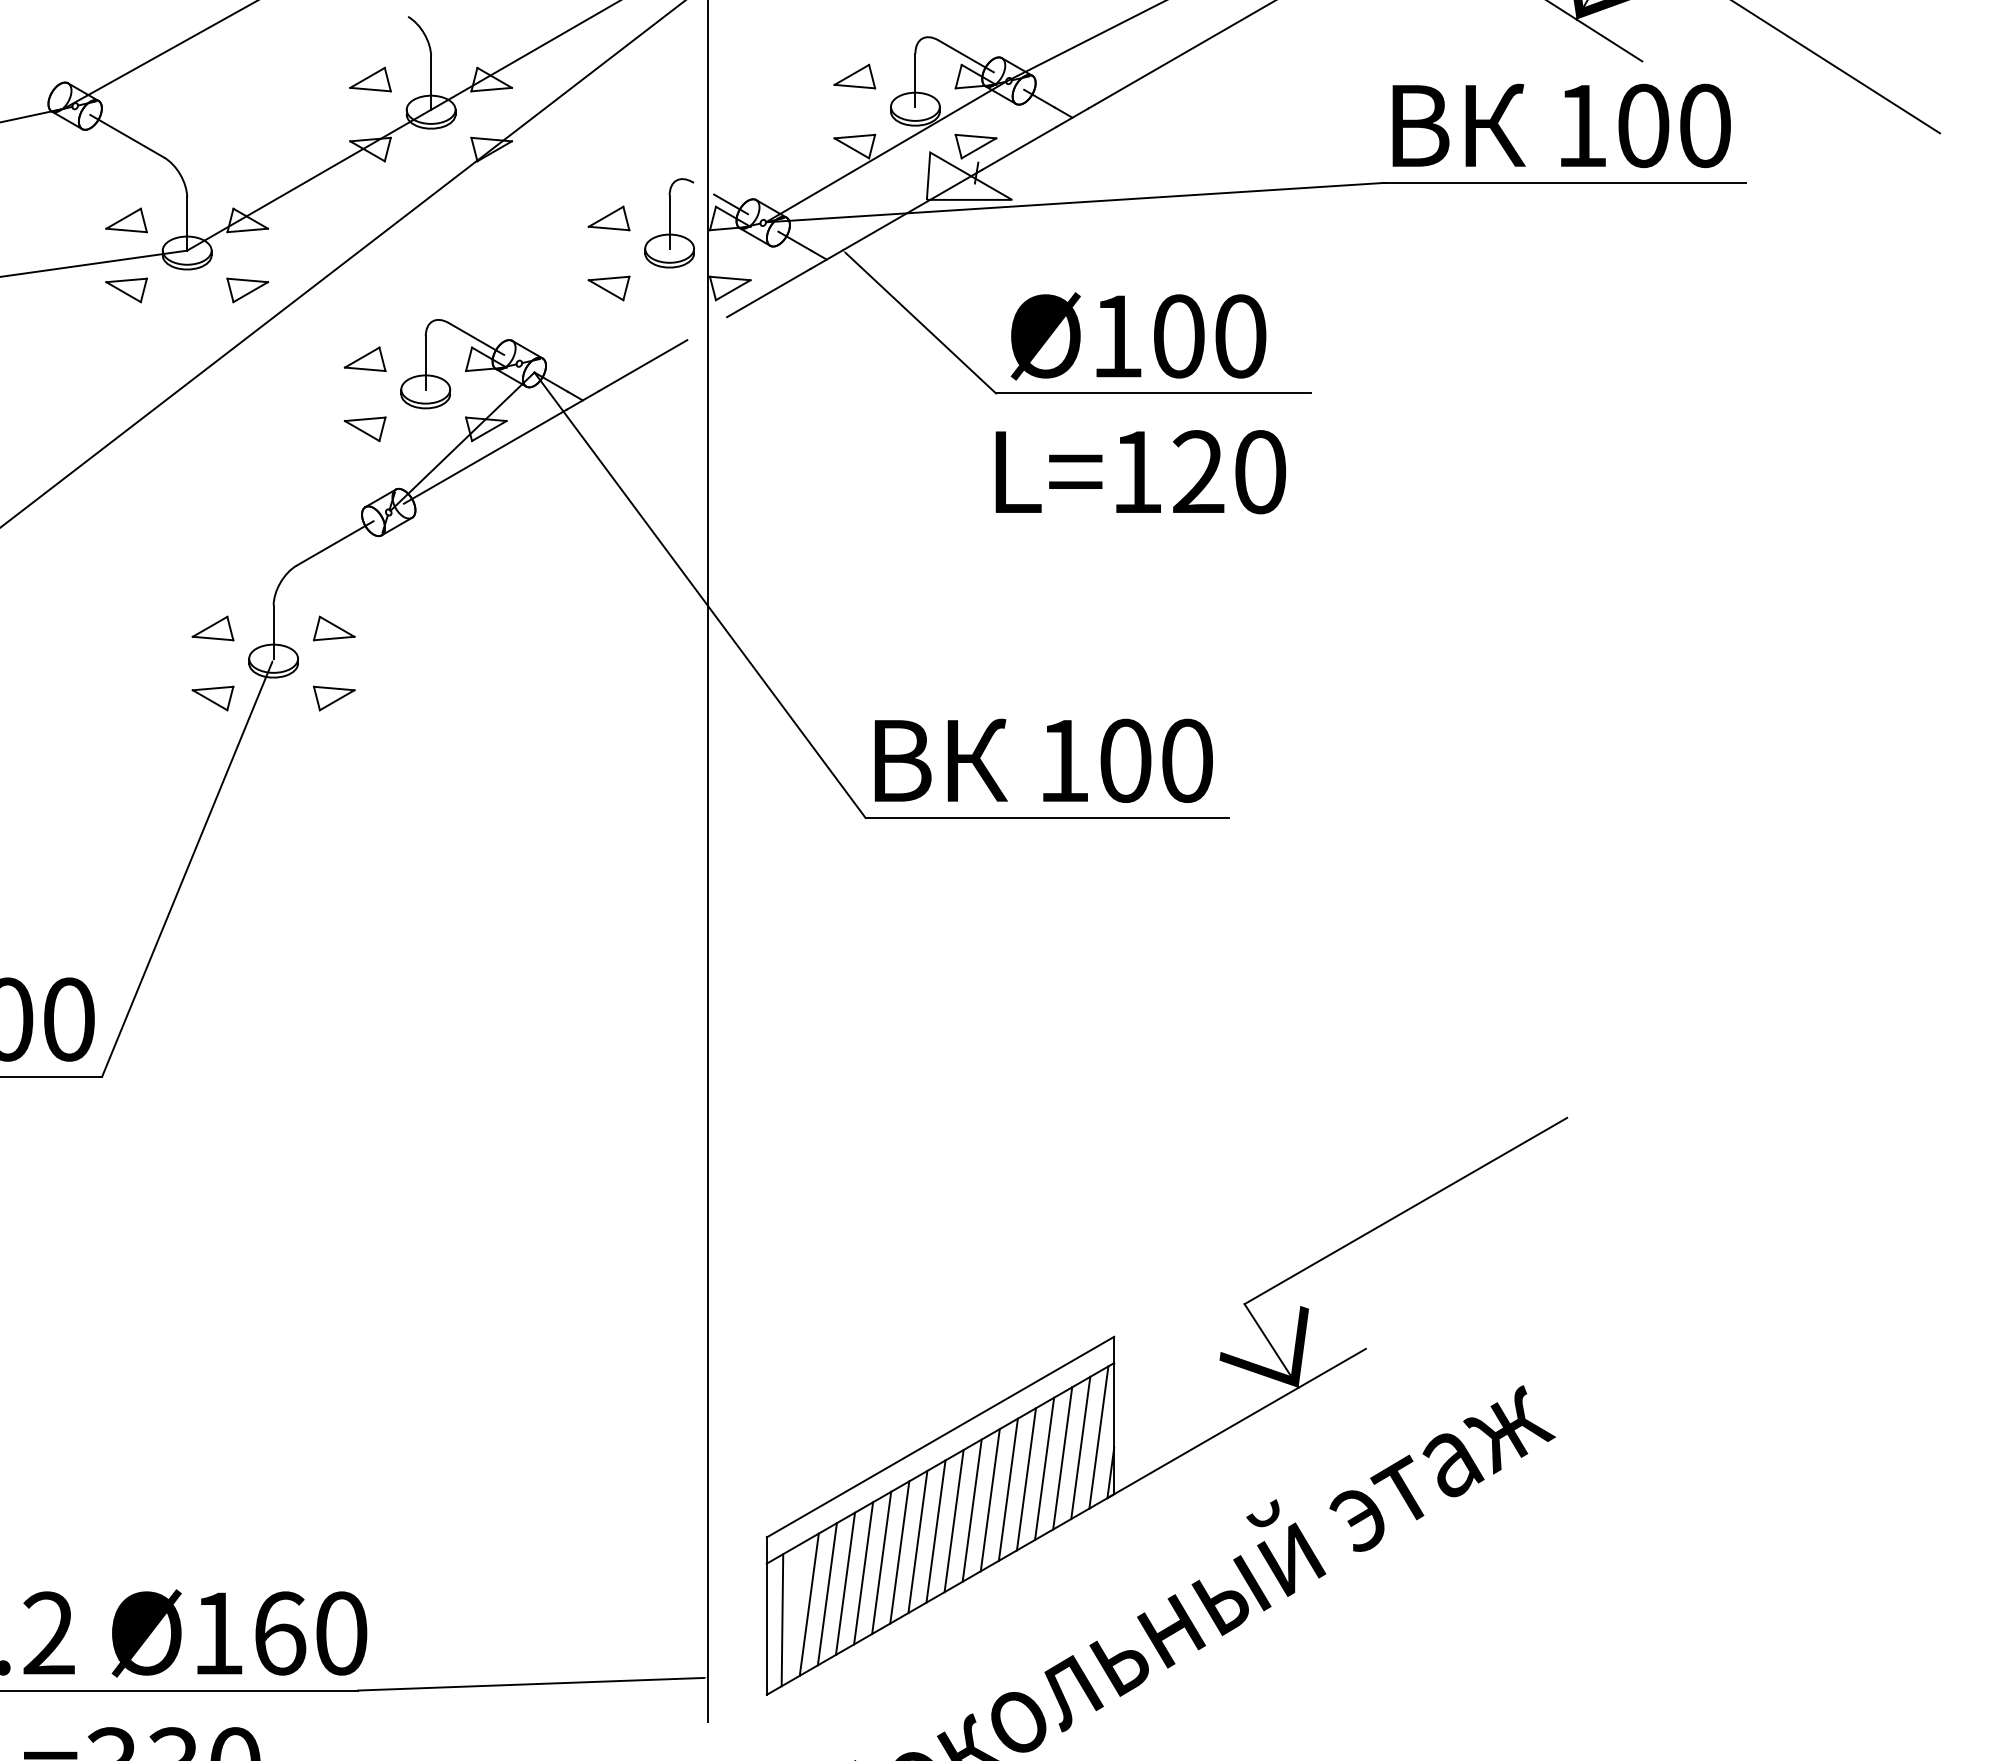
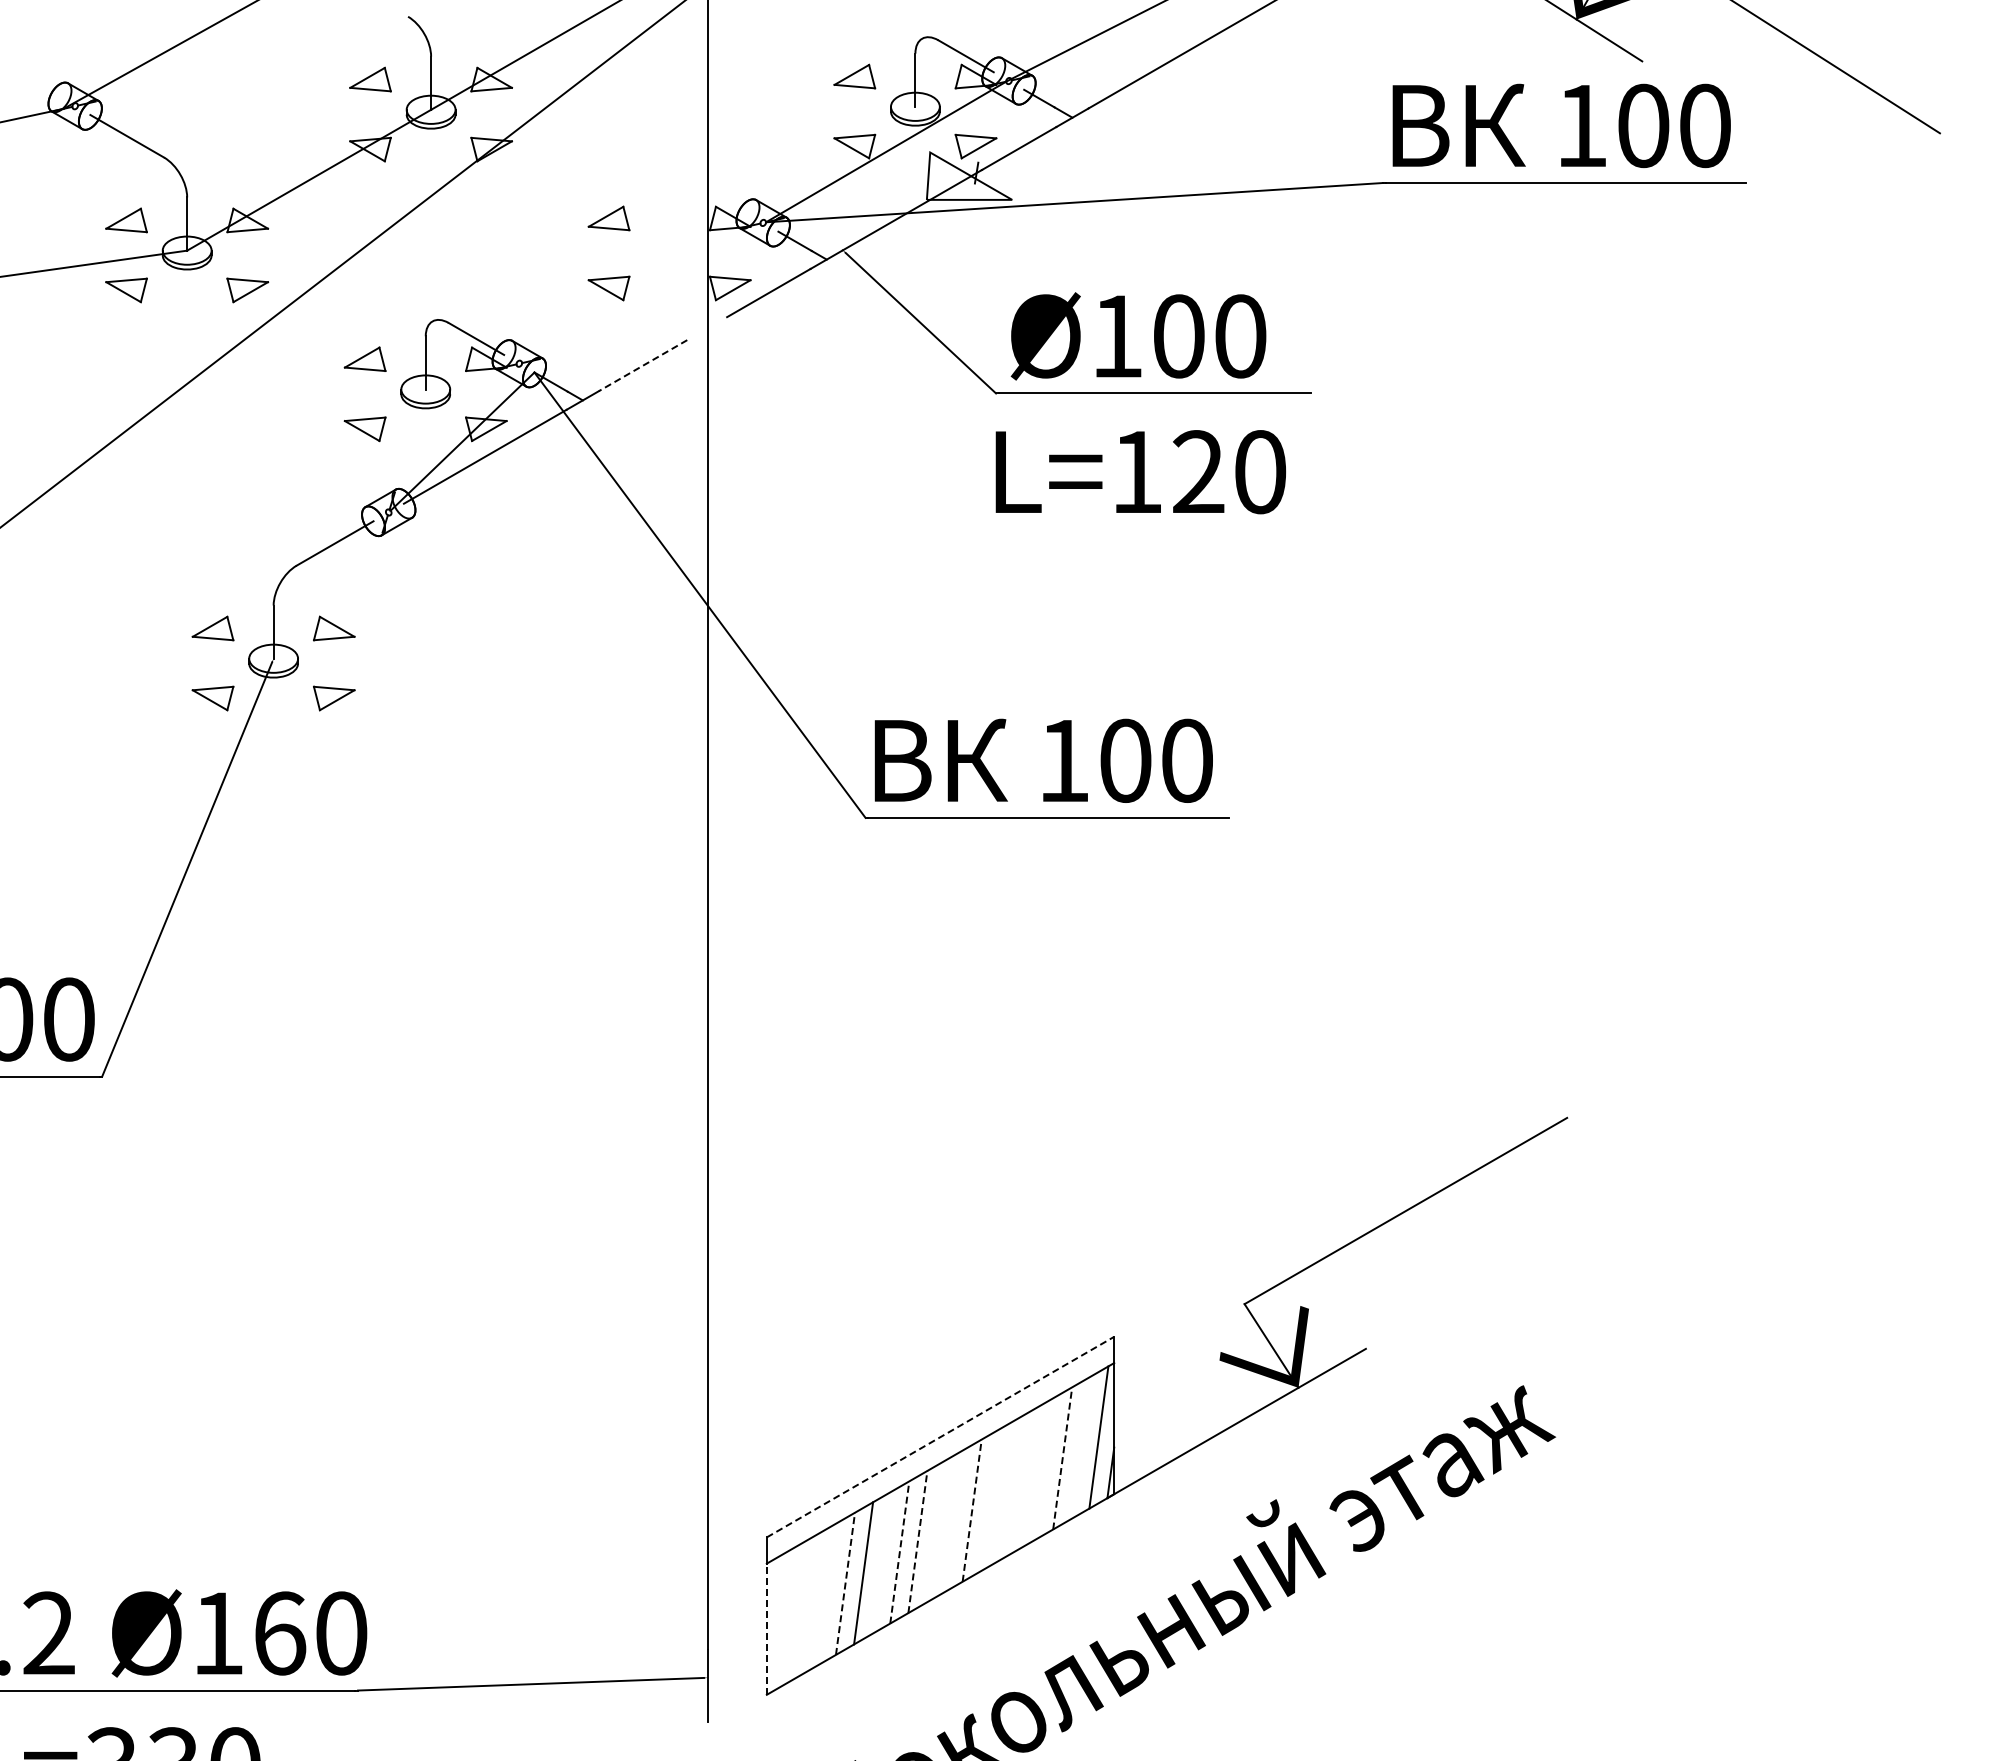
line at (731, 204): present -> none
part at (669, 223): present -> none
line at (643, 365): solid -> dashed
line at (940, 1437): solid -> dashed
line at (1080, 1447): present -> none
line at (1062, 1458): solid -> dashed
line at (1044, 1468): present -> none
line at (1026, 1479): present -> none
line at (1007, 1489): present -> none
line at (989, 1500): present -> none
line at (972, 1510): solid -> dashed
line at (953, 1521): present -> none
line at (935, 1531): present -> none
line at (917, 1542): solid -> dashed
line at (899, 1552): solid -> dashed
line at (881, 1562): present -> none
line at (845, 1583): solid -> dashed
line at (826, 1594): present -> none
line at (808, 1604): present -> none
line at (782, 1620): present -> none
line at (766, 1629): solid -> dashed
